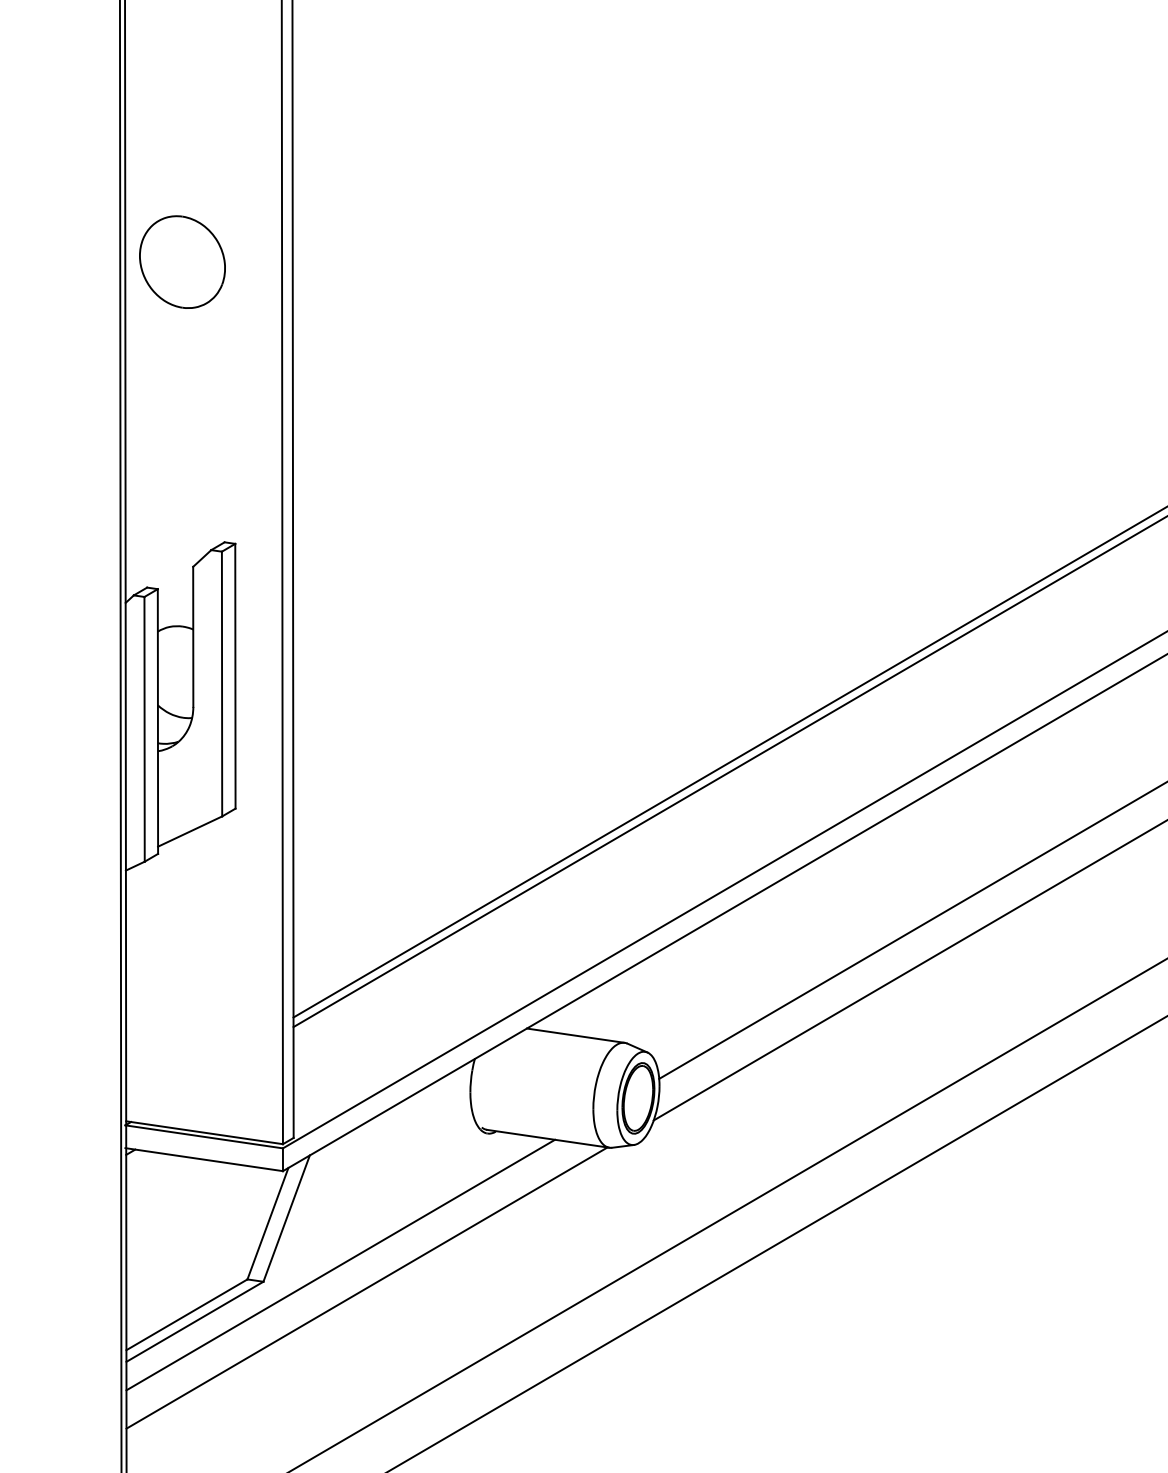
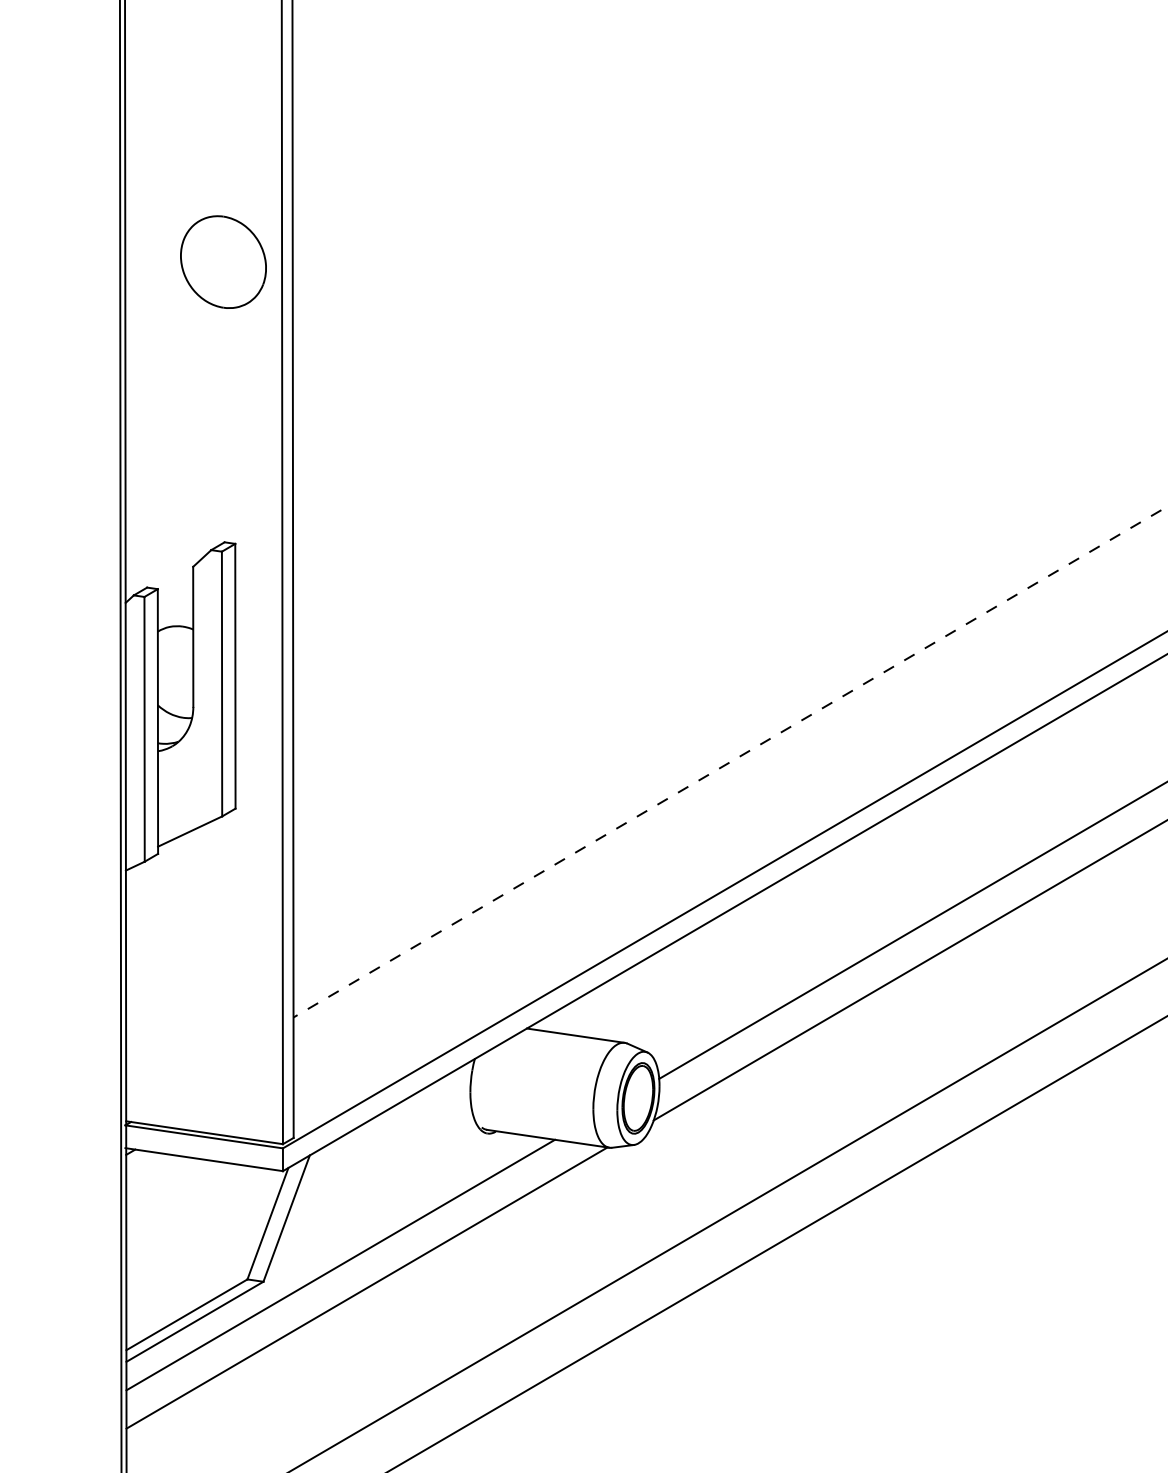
part at (182, 261) position: (182, 261) -> (223, 261)
line at (730, 762): solid -> dashed
line at (728, 772): present -> none
